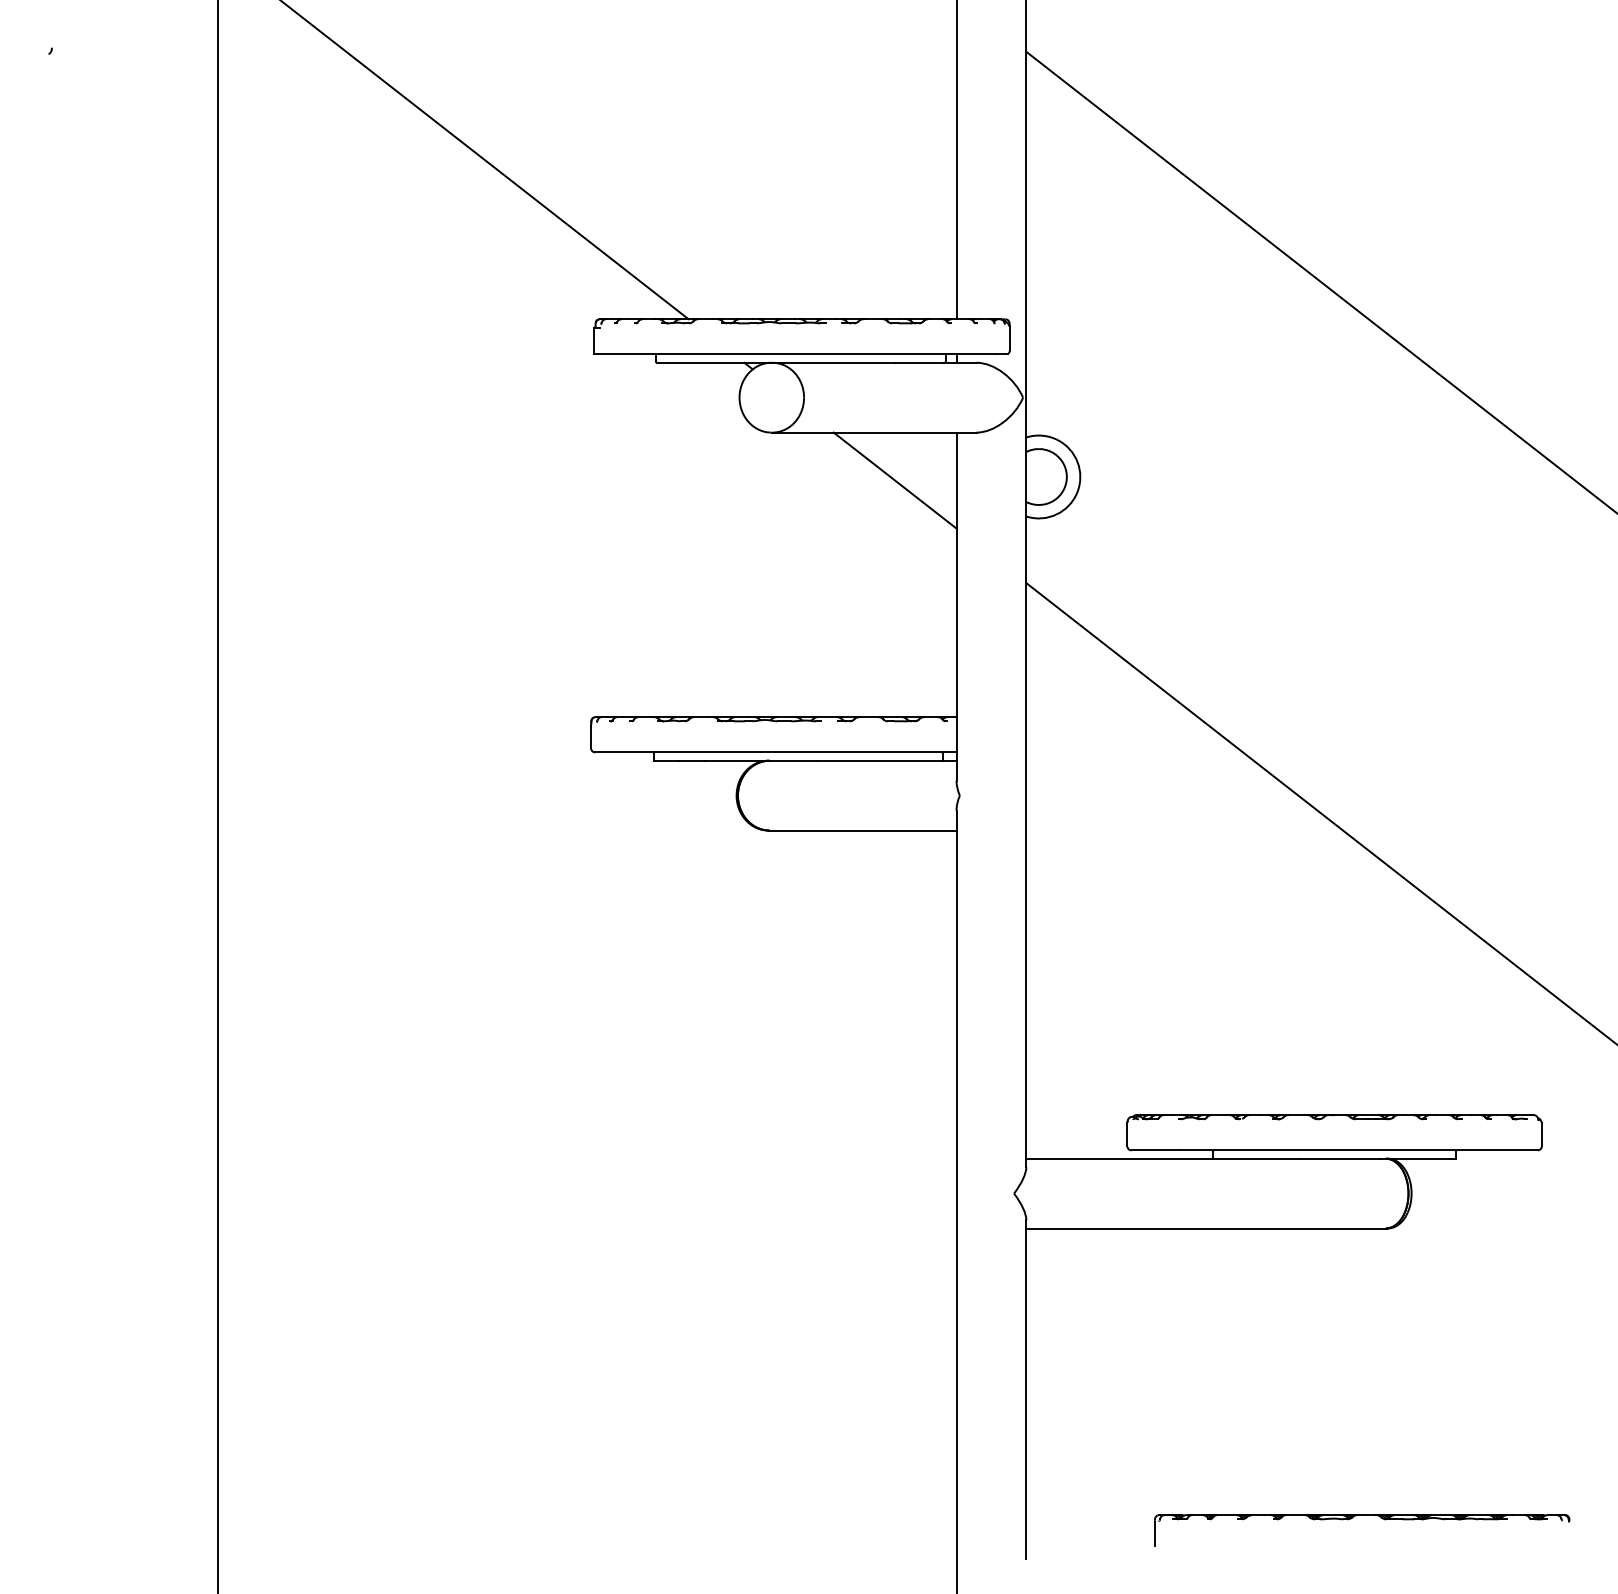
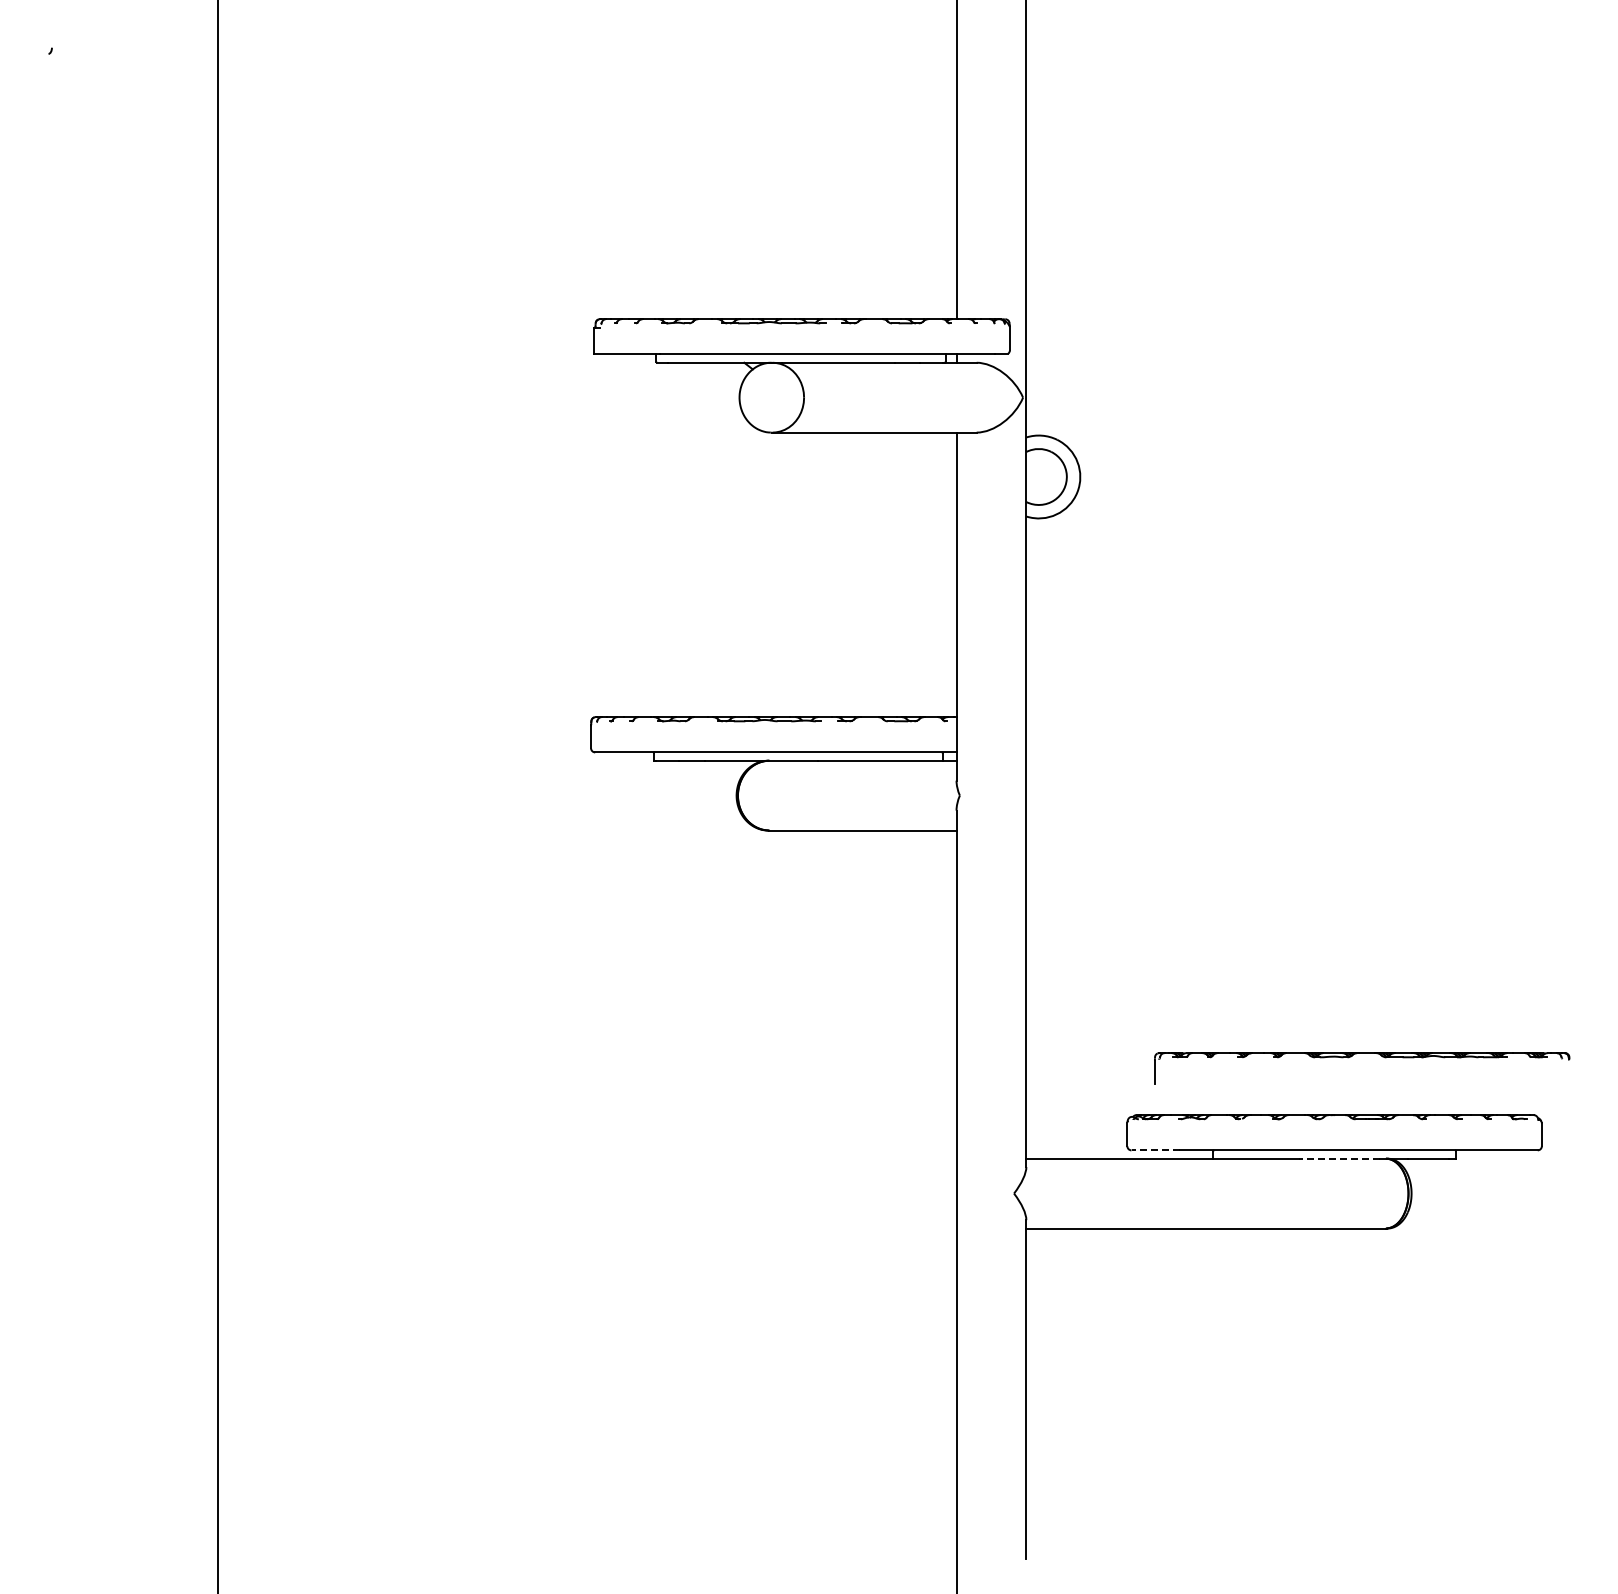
line at (485, 160): present -> none
line at (1320, 281): present -> none
line at (894, 480): present -> none
line at (1320, 812): present -> none
line at (1155, 1150): solid -> dashed
line at (1339, 1158): solid -> dashed
part at (1362, 1515) position: (1362, 1515) -> (1362, 1053)
